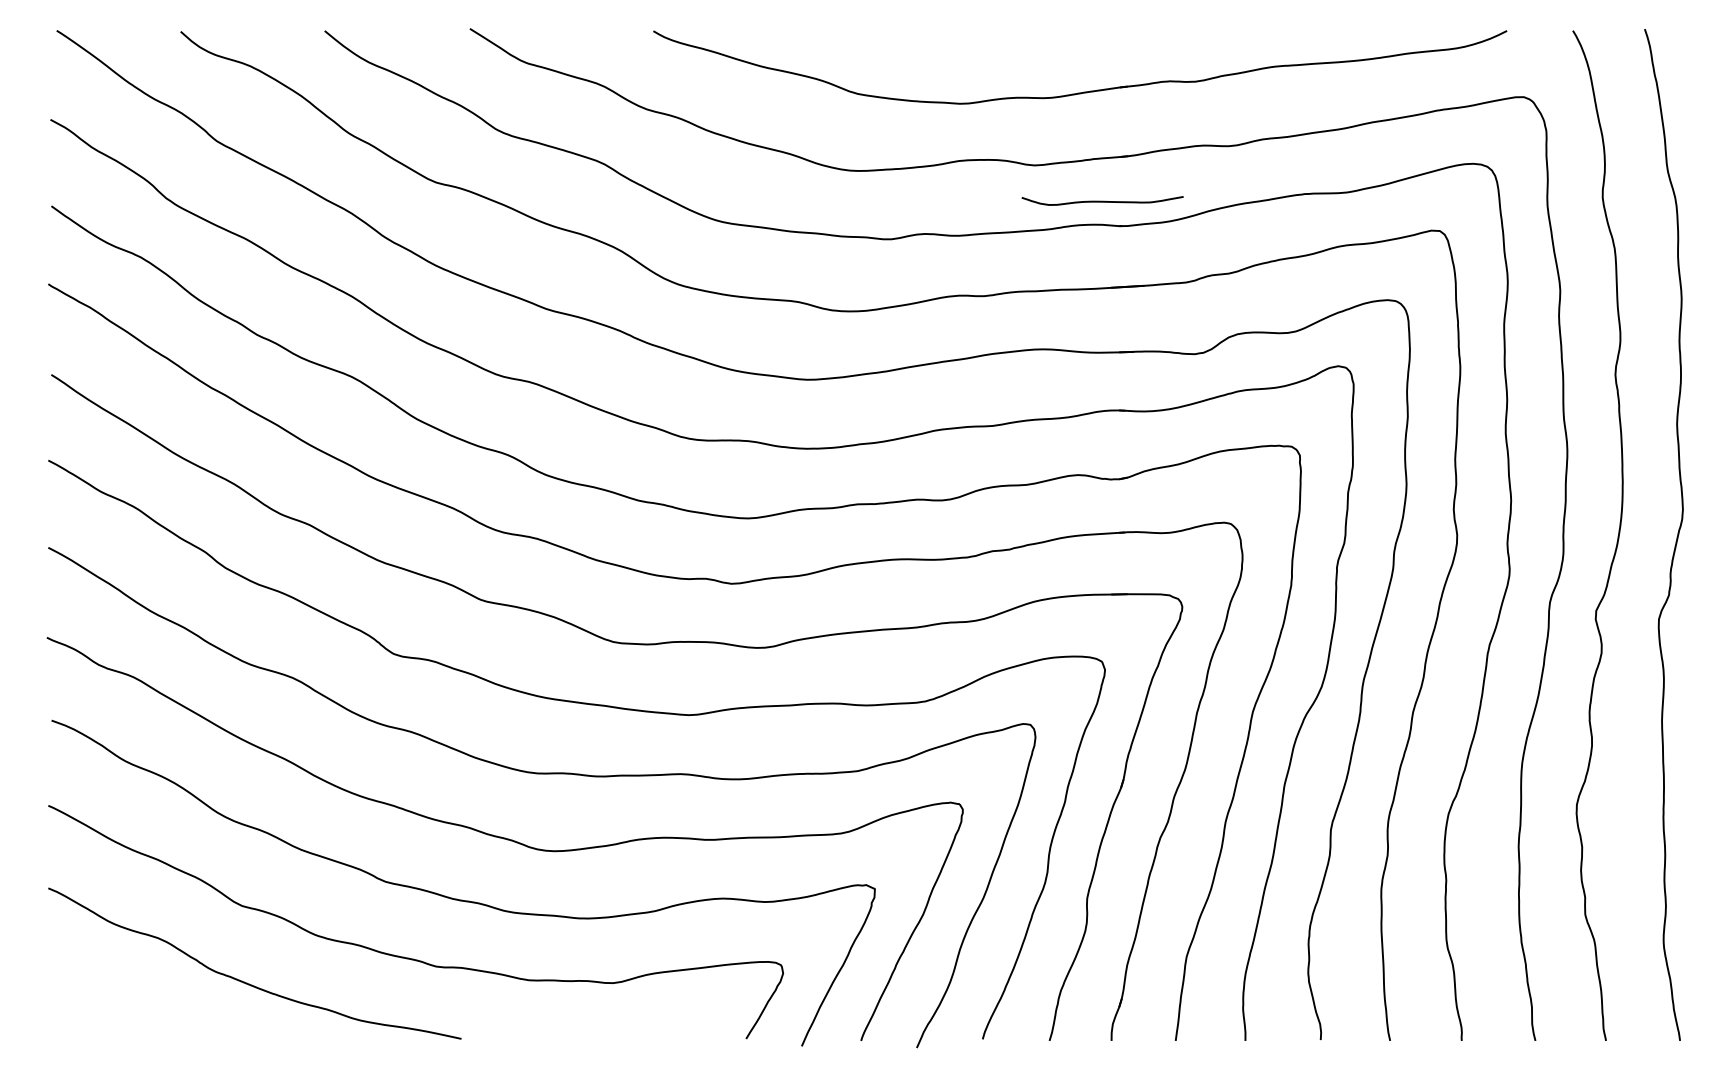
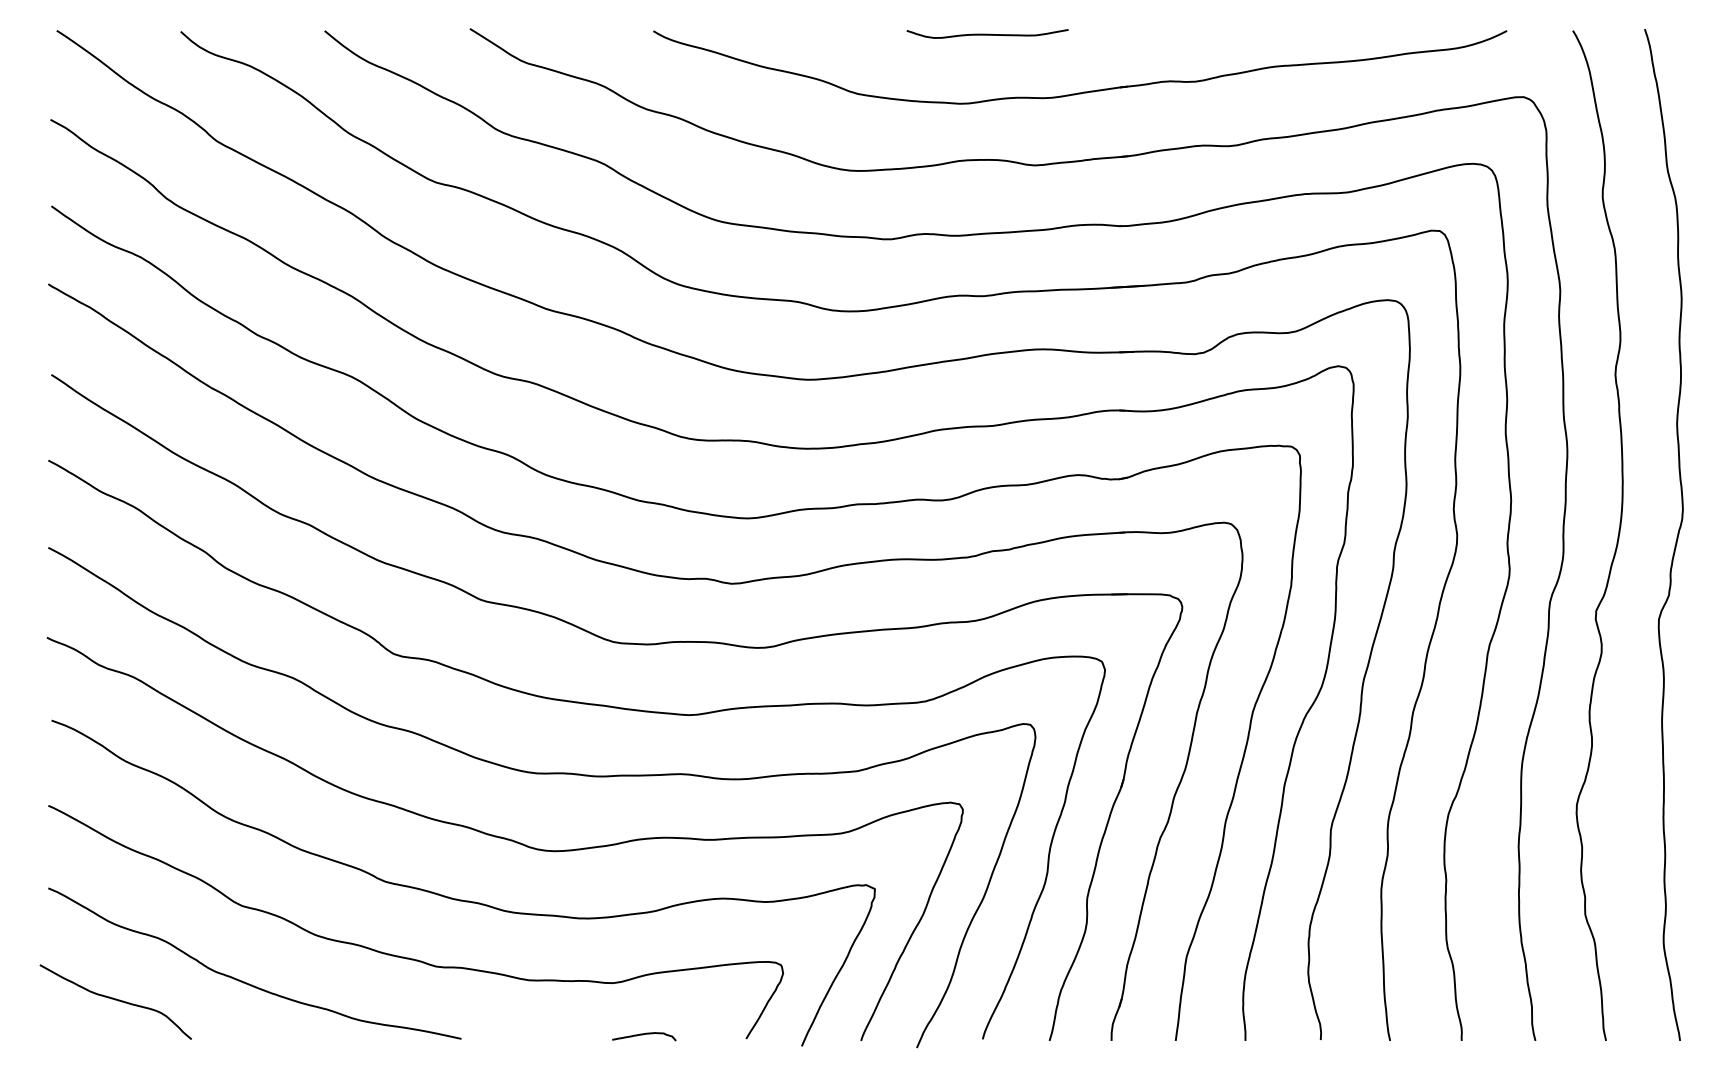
curve at (1102, 200) position: (1102, 200) -> (987, 33)
curve at (115, 1000): none -> present
curve at (643, 1035): none -> present
